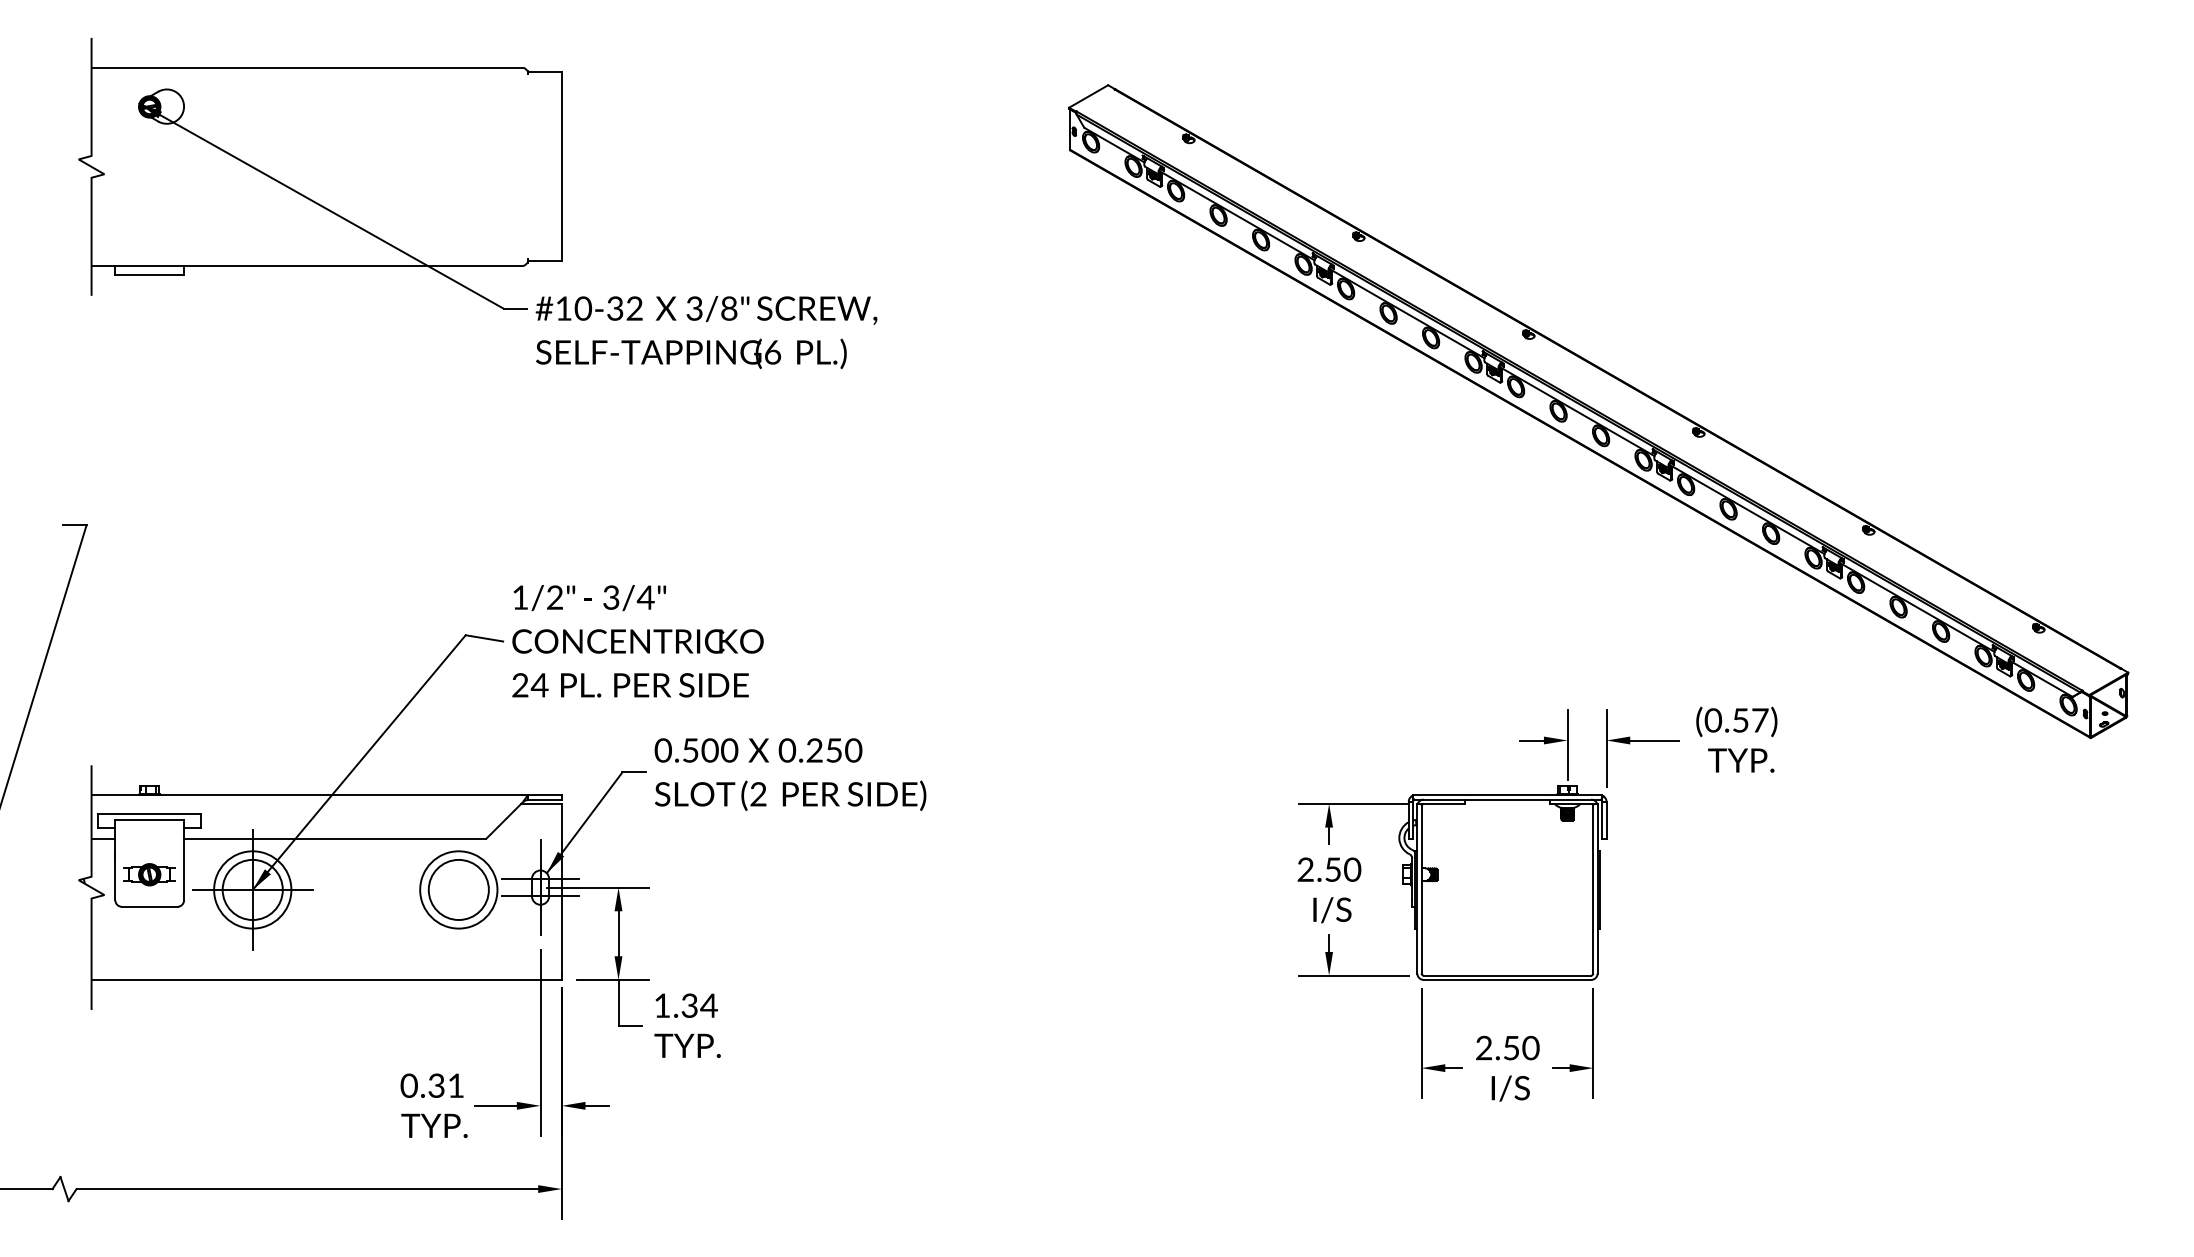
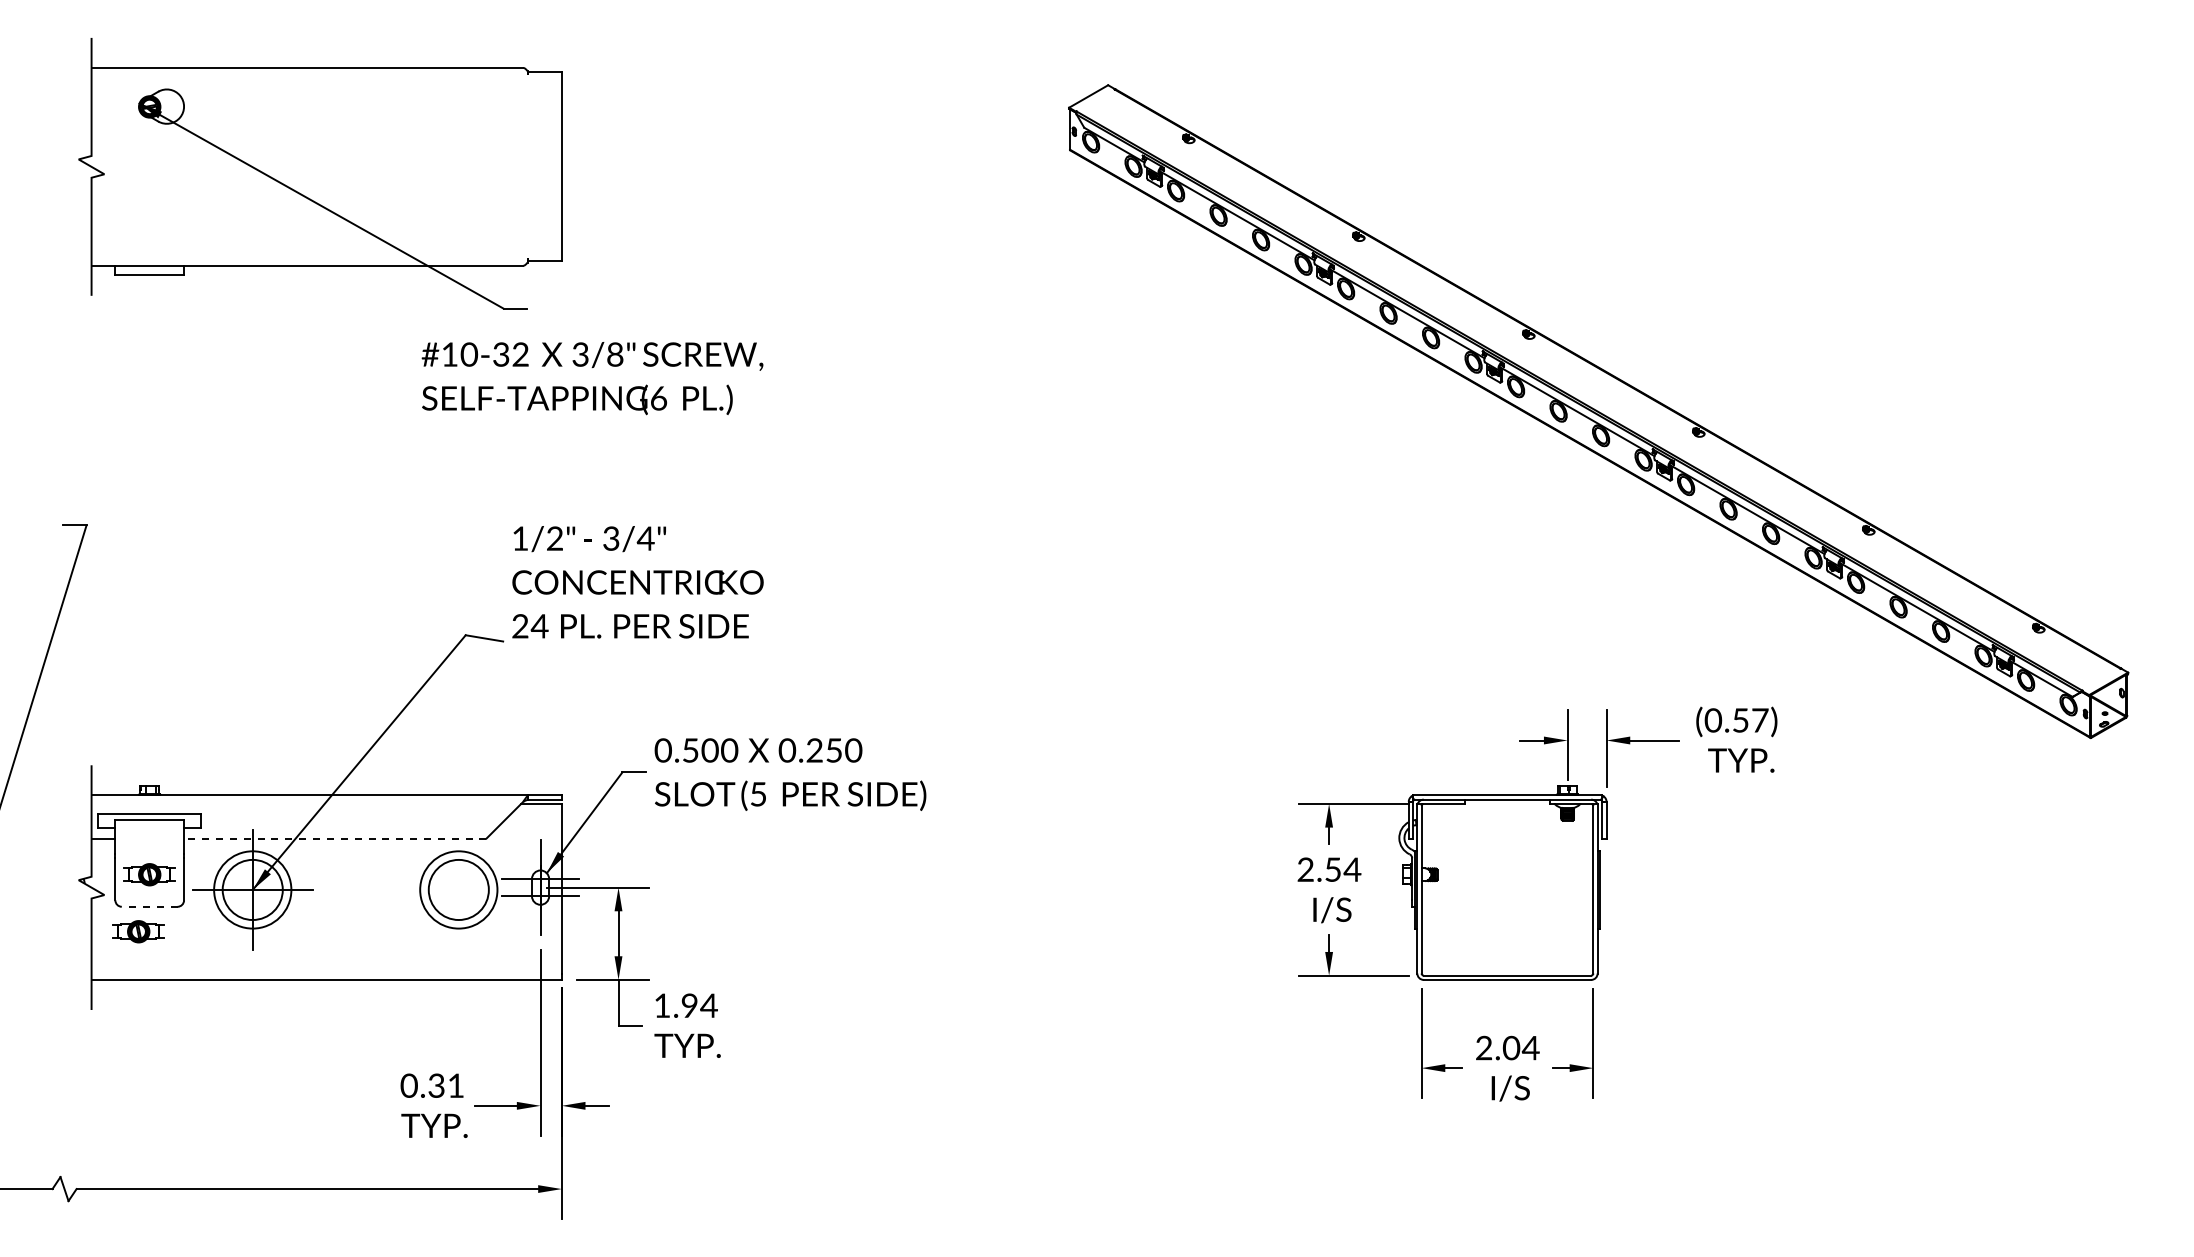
text at (706, 332) position: (706, 332) -> (592, 378)
text at (637, 641) position: (637, 641) -> (637, 582)
text at (758, 794): (2 -> (5
line at (334, 838): solid -> dashed
text at (1352, 869): 2.50 -> 2.54
line at (149, 906): solid -> dashed
part at (138, 931): none -> present
text at (689, 1005): 1.34 -> 1.94
text at (1520, 1047): 2.50 -> 2.04
